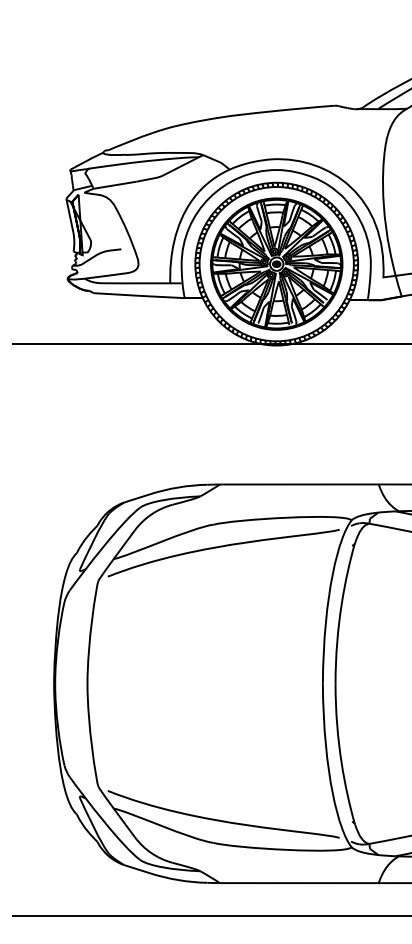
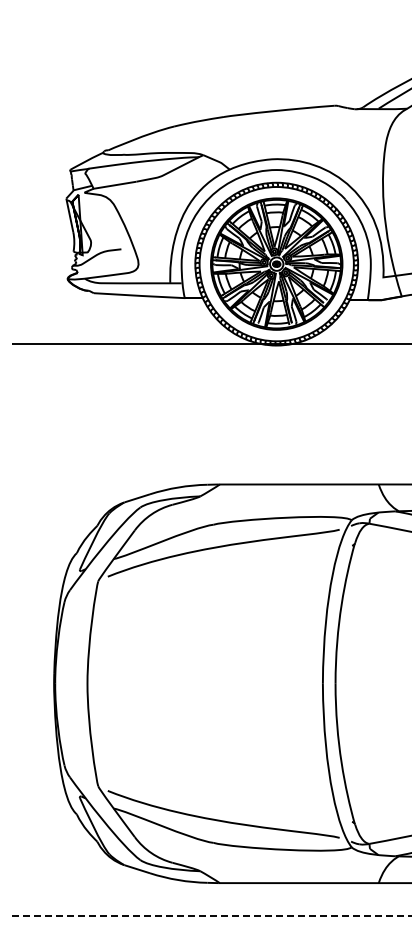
line at (212, 915): solid -> dashed
